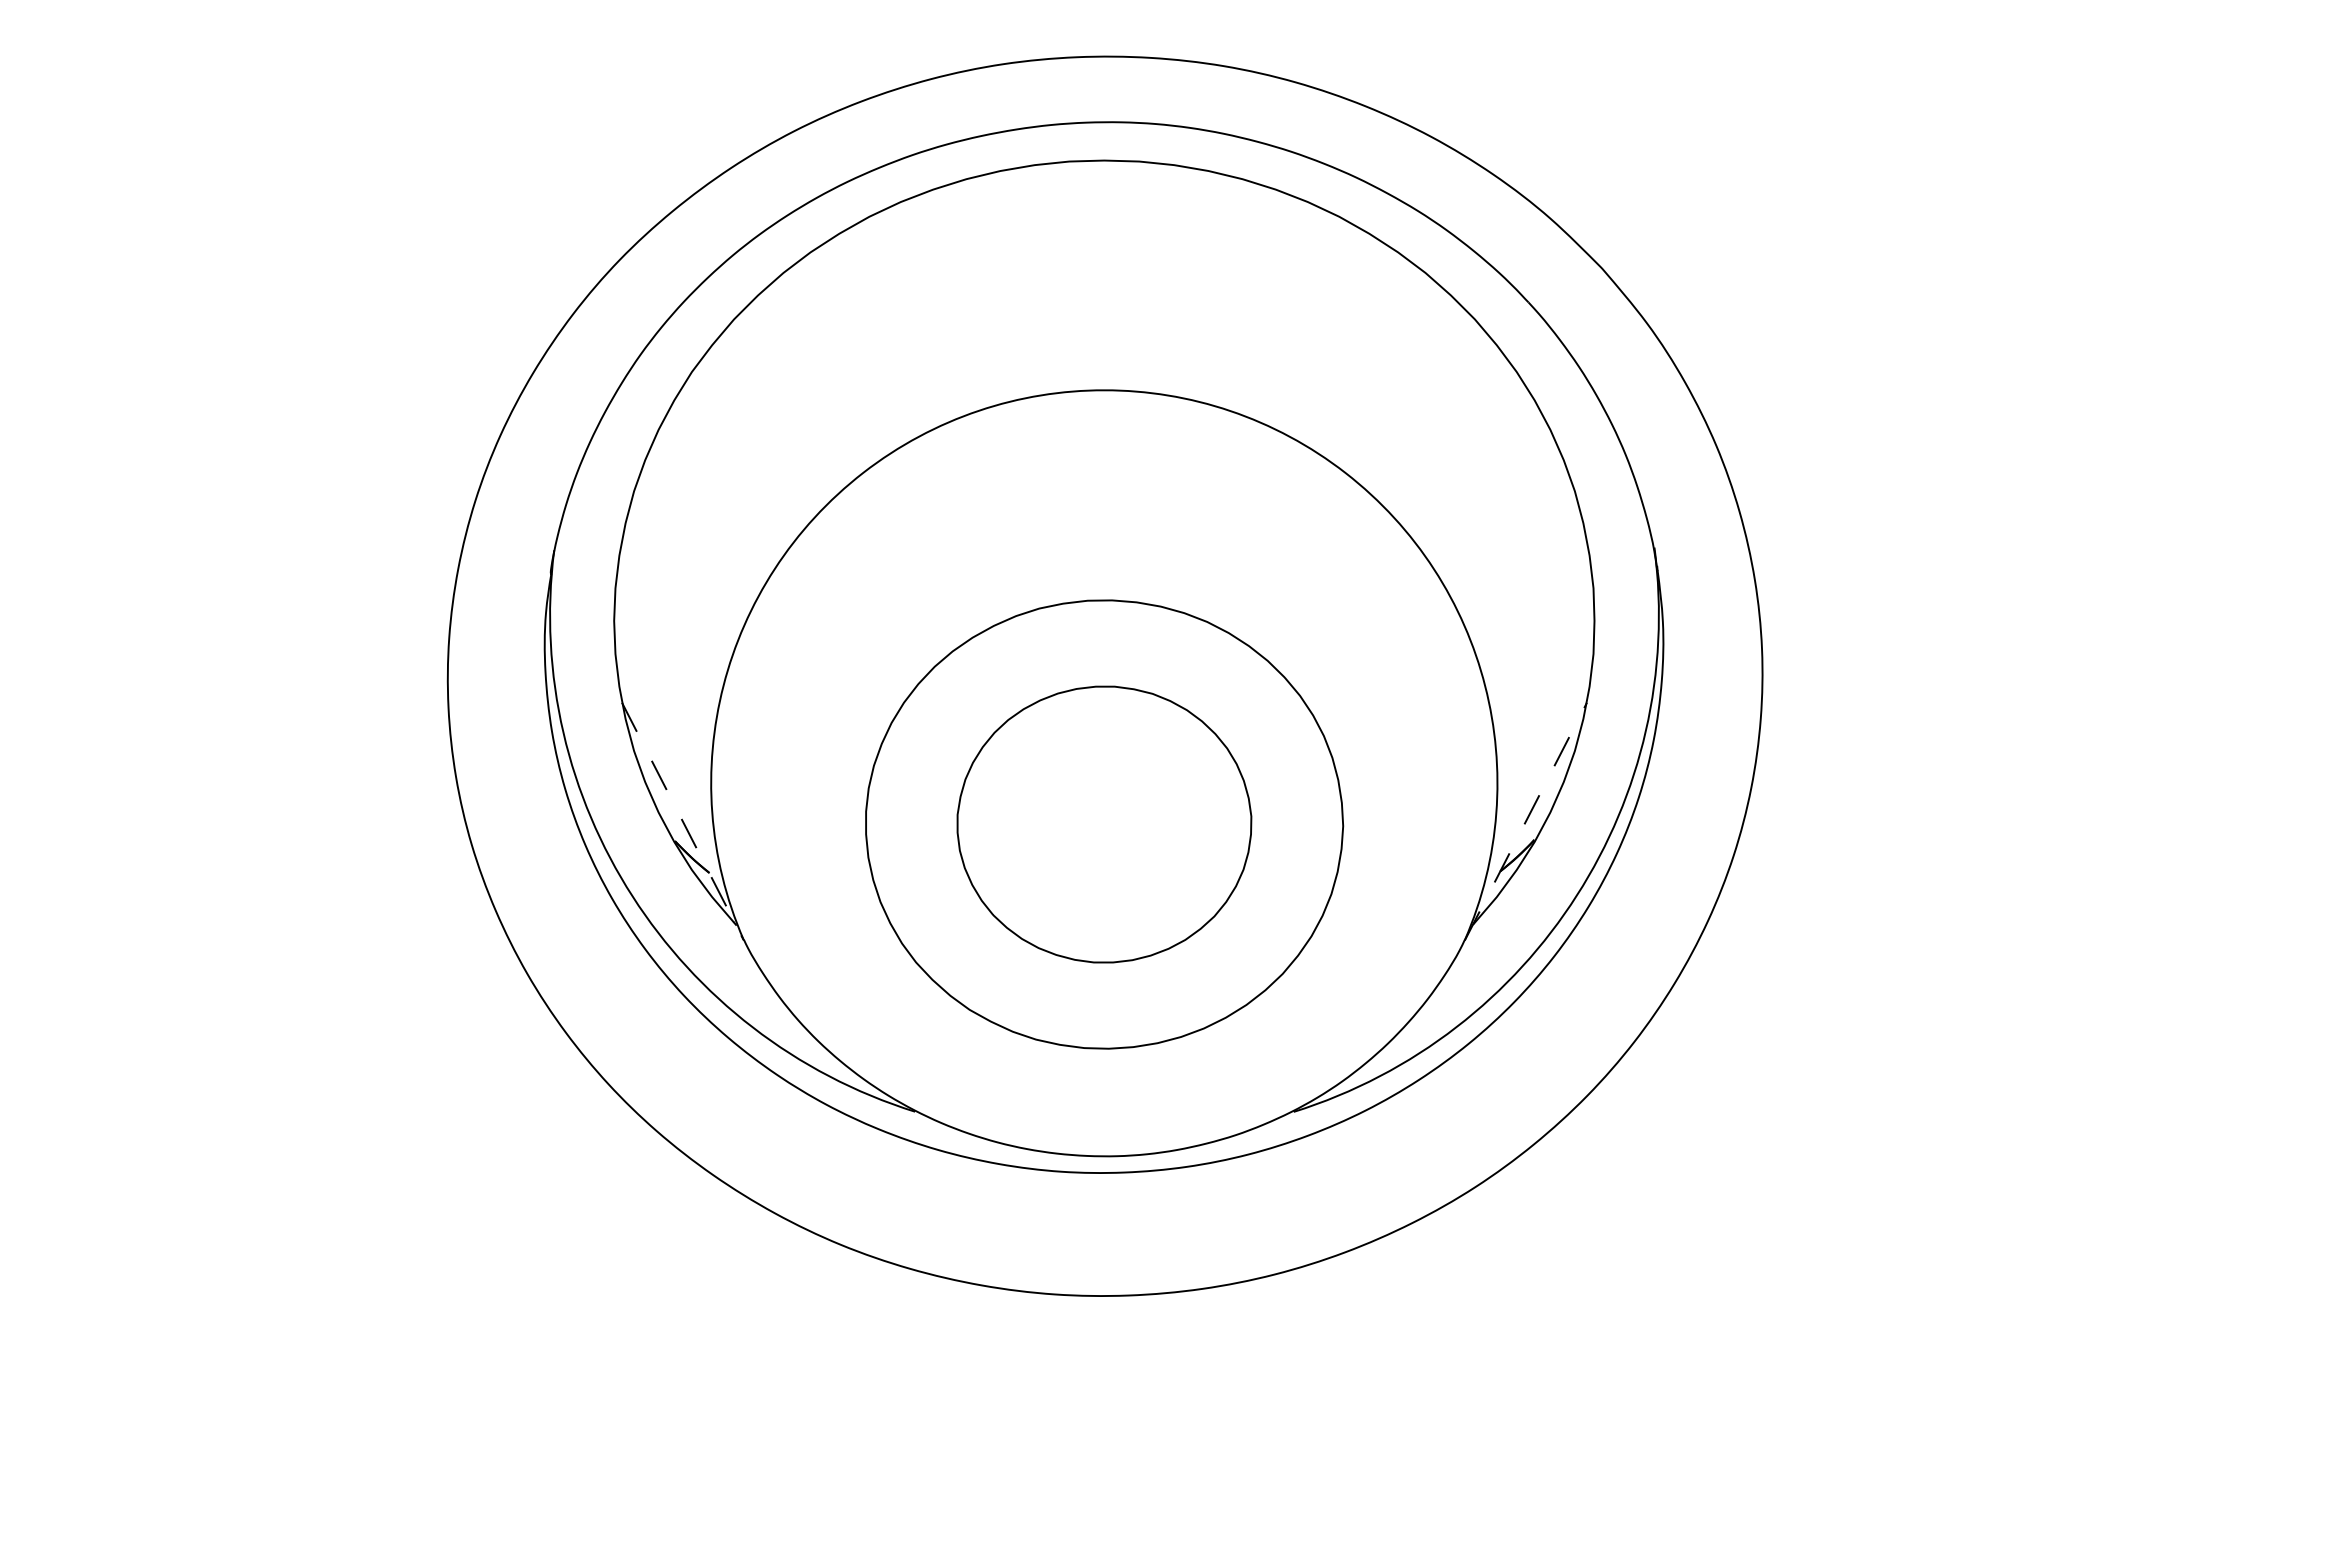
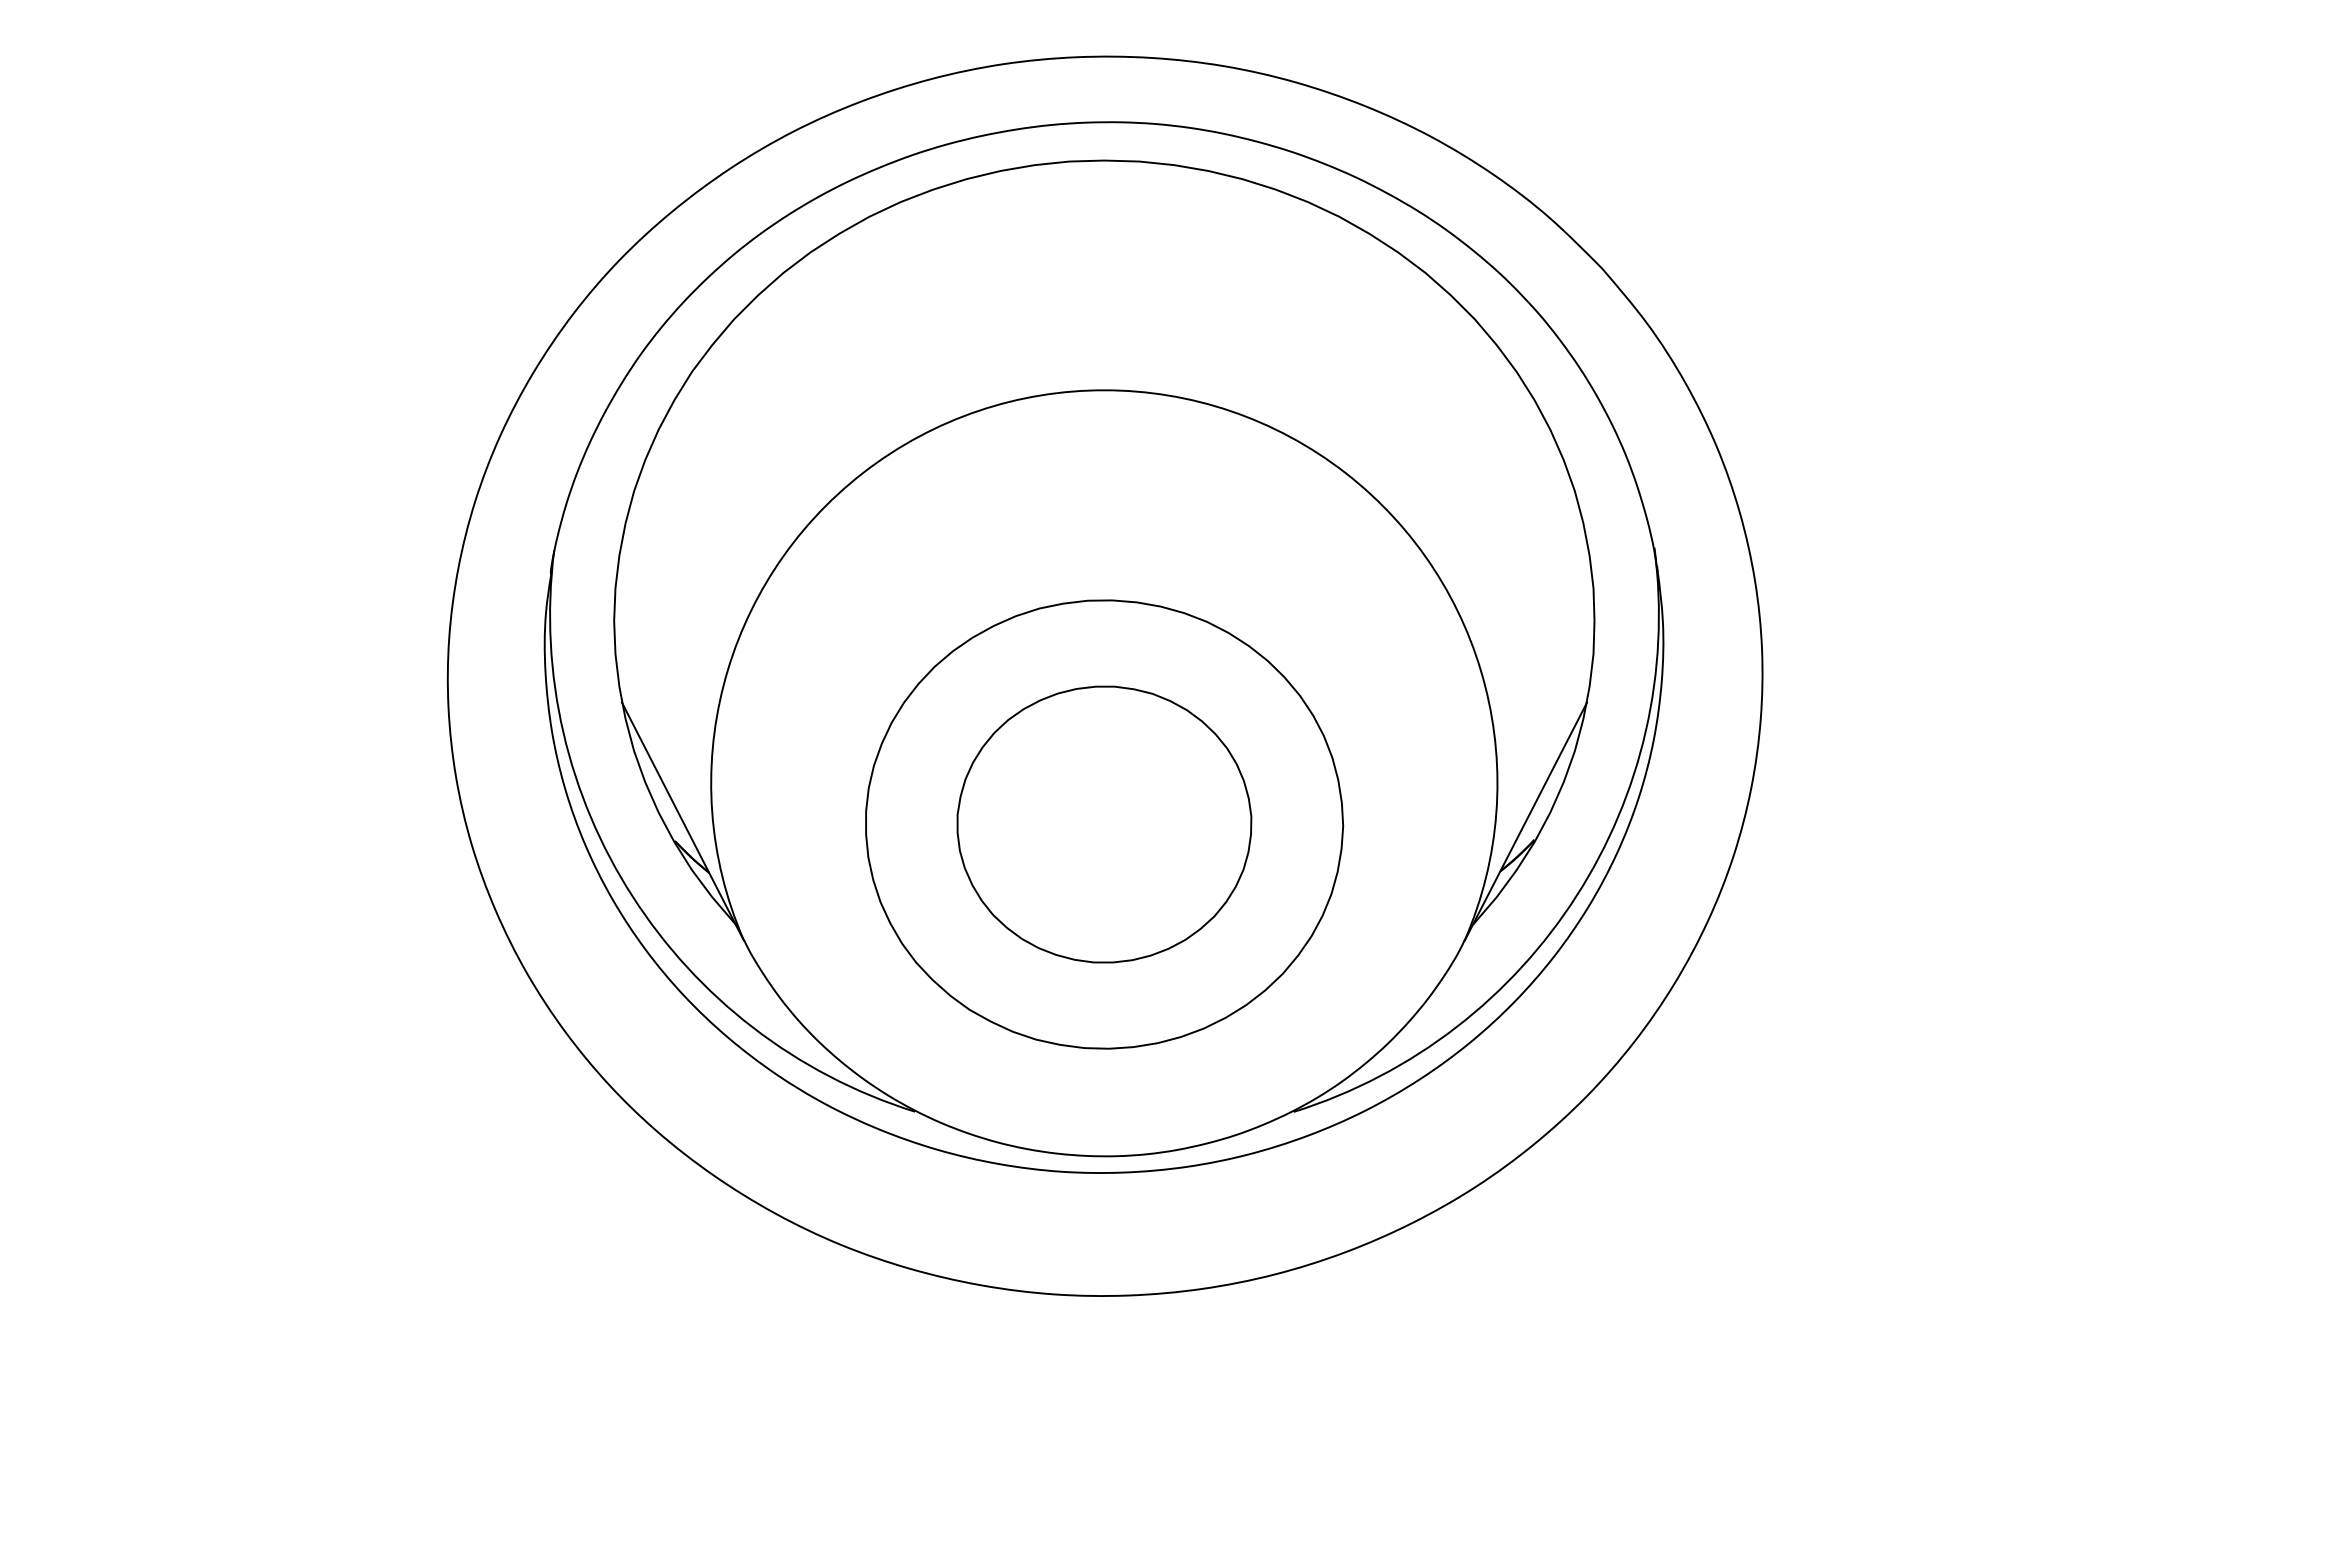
line at (682, 821): dashed -> solid
line at (1525, 821): dashed -> solid
